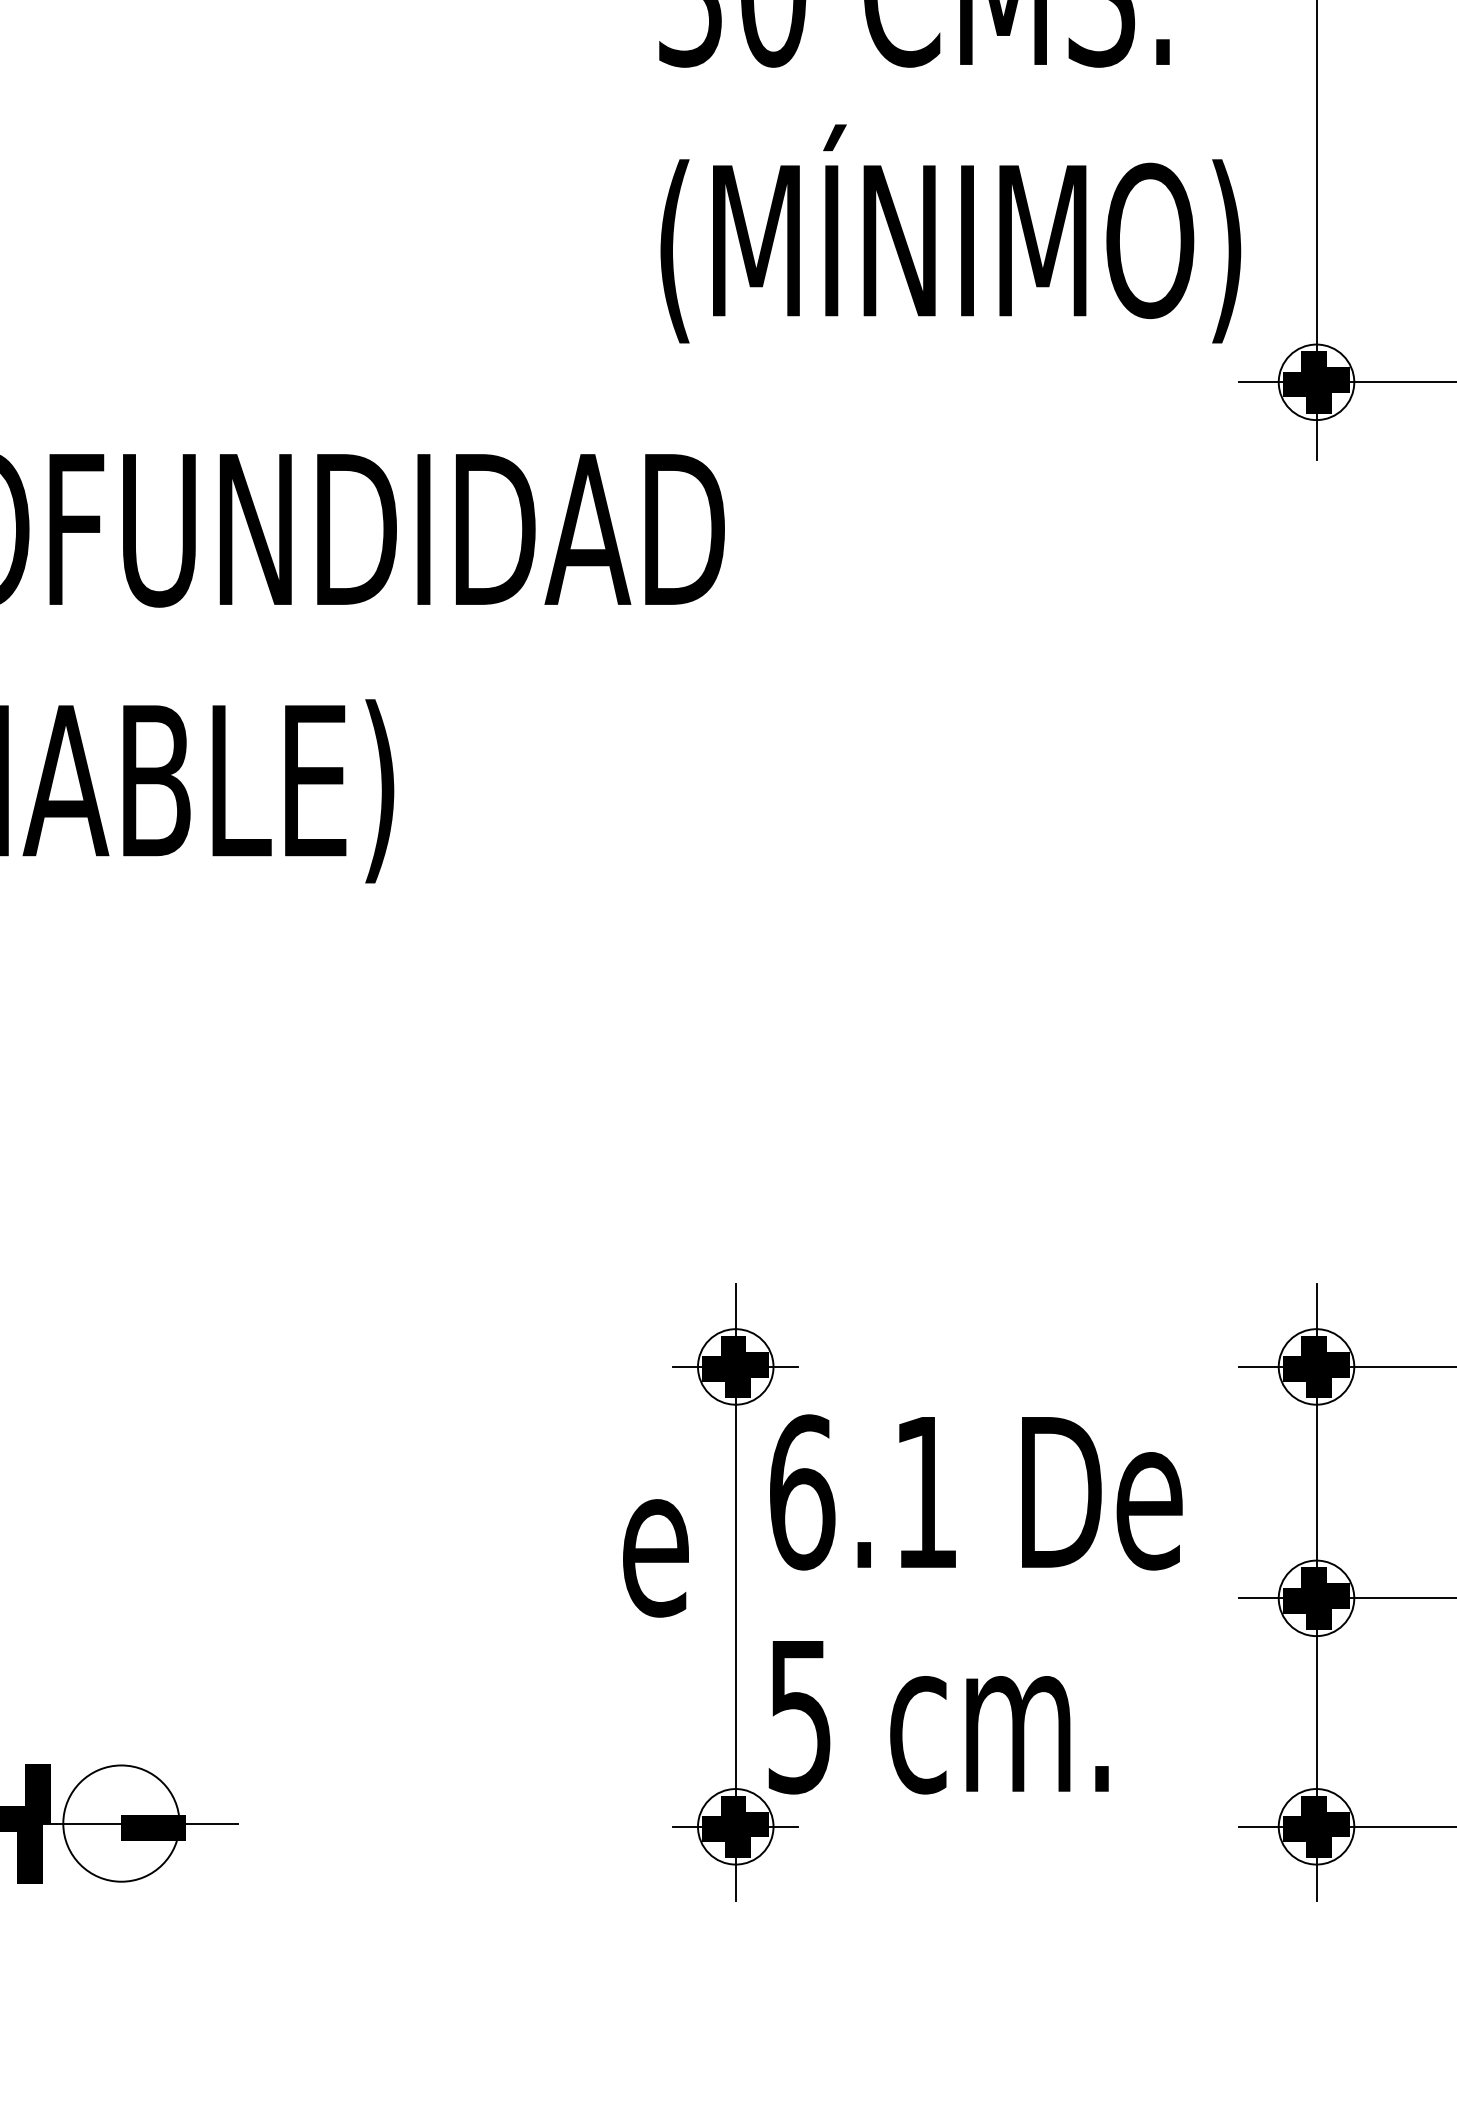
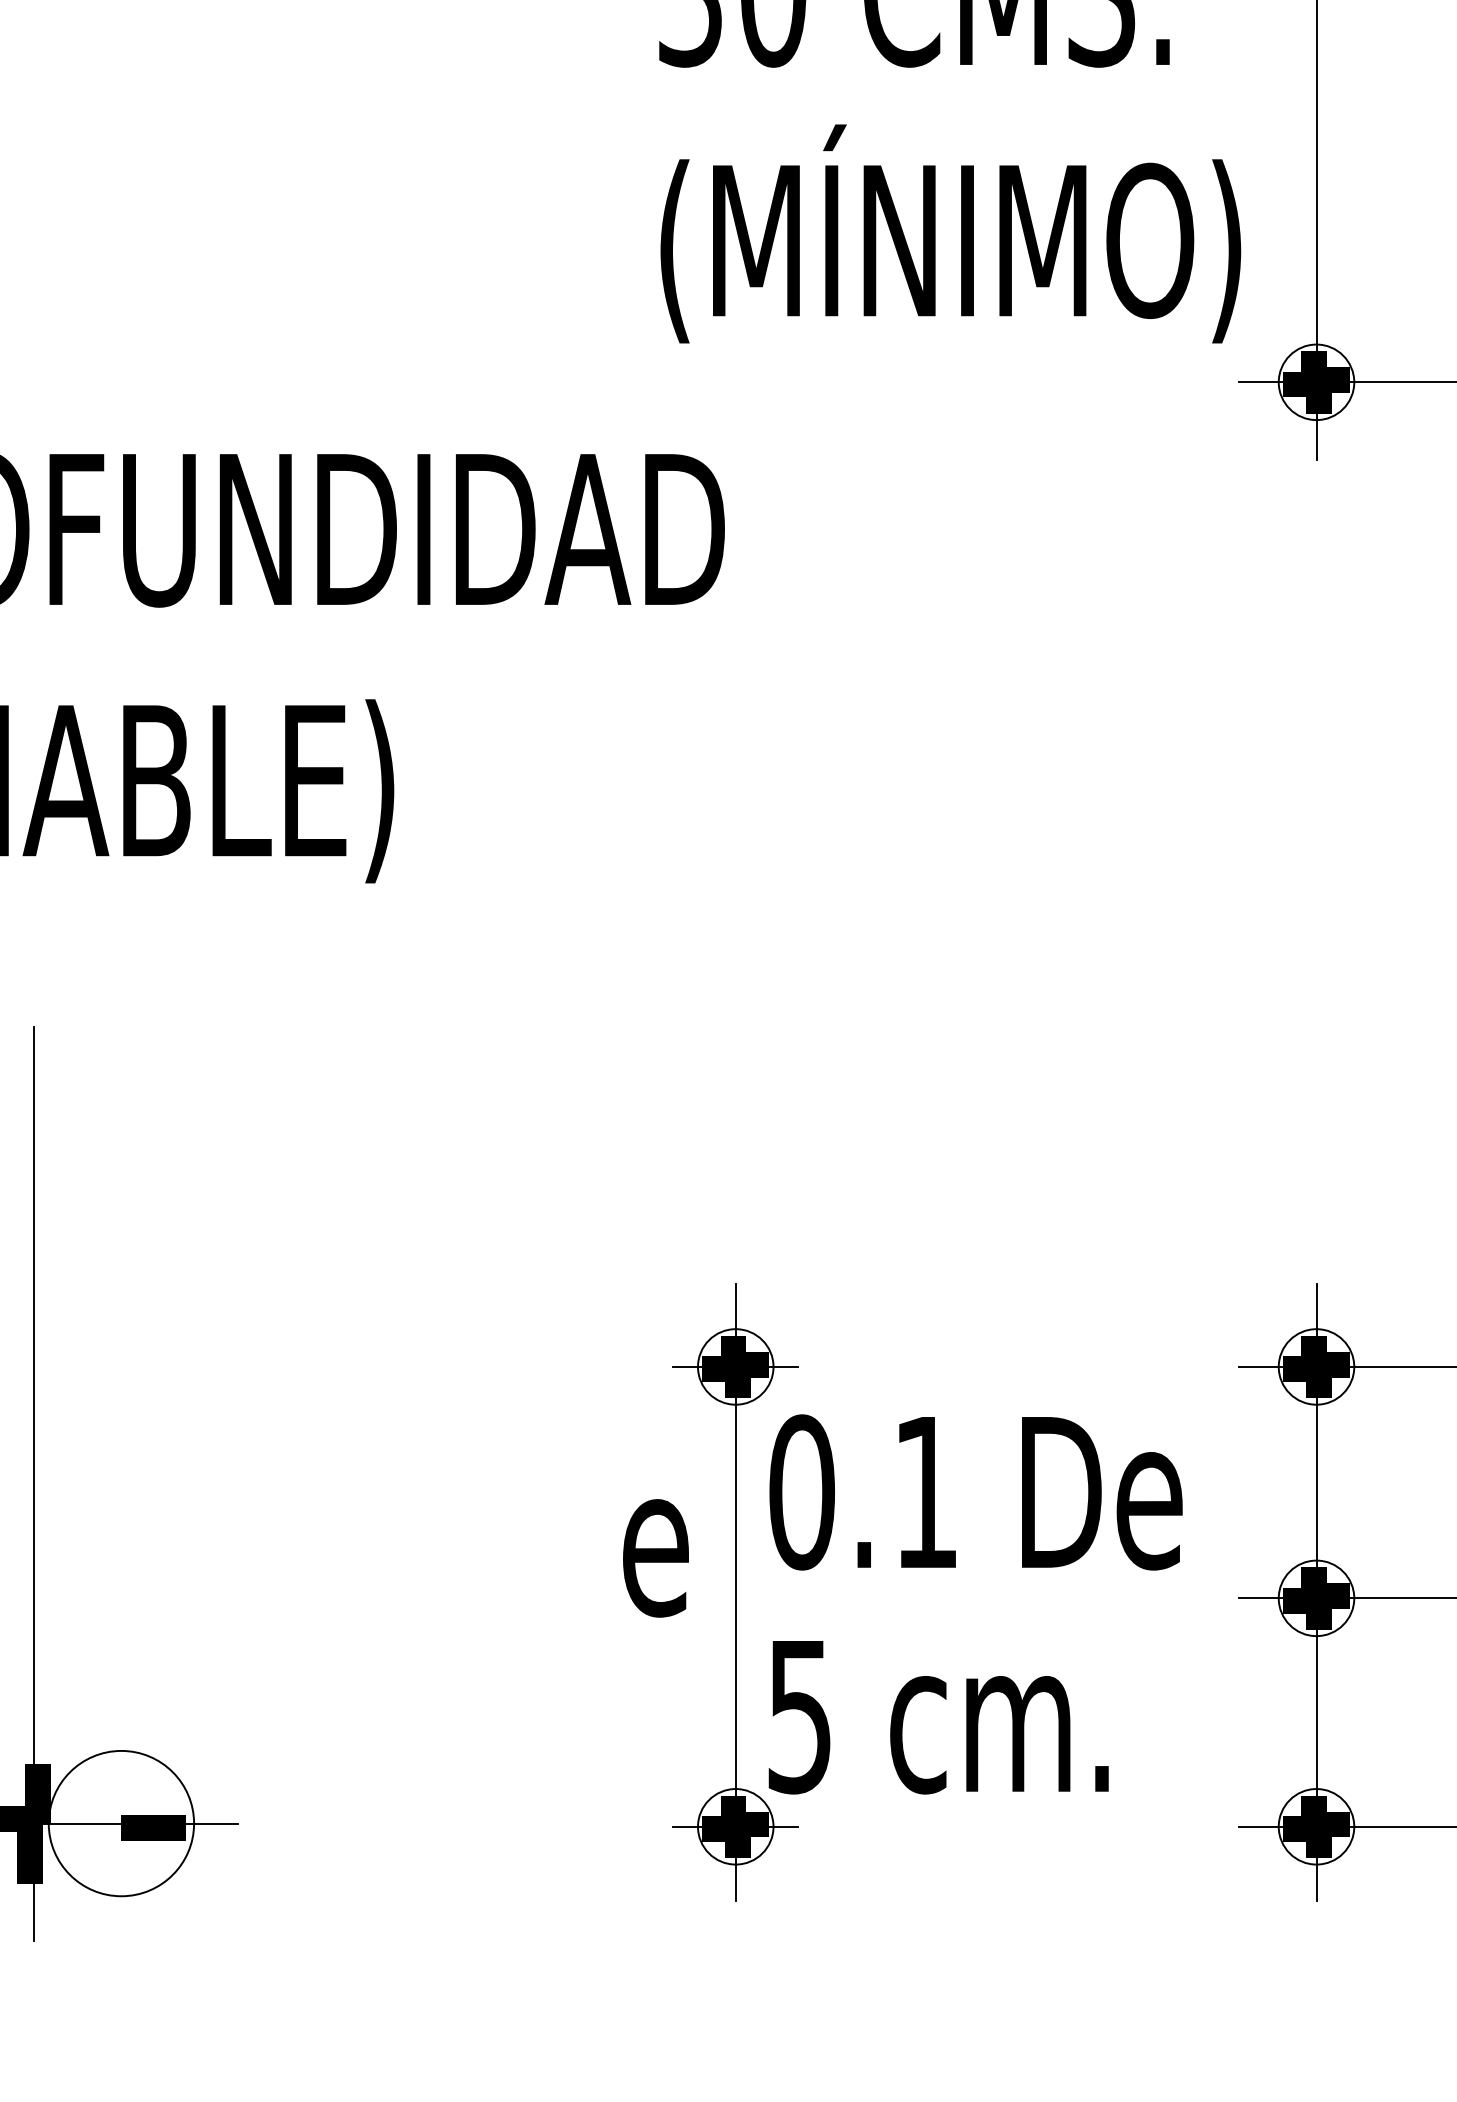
line at (34, 1483): none -> present
text at (802, 1492): 6.1 -> 0.1
circle at (121, 1823) diameter: 116 px -> 145 px
